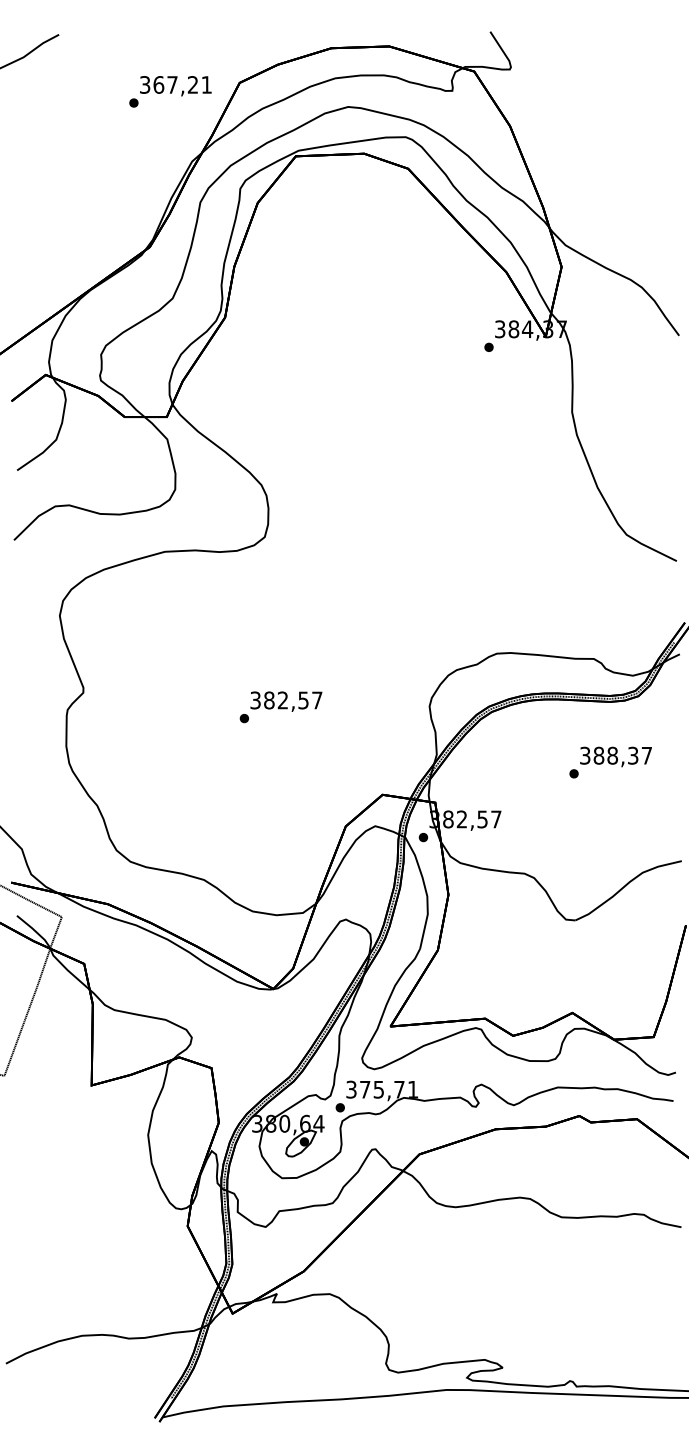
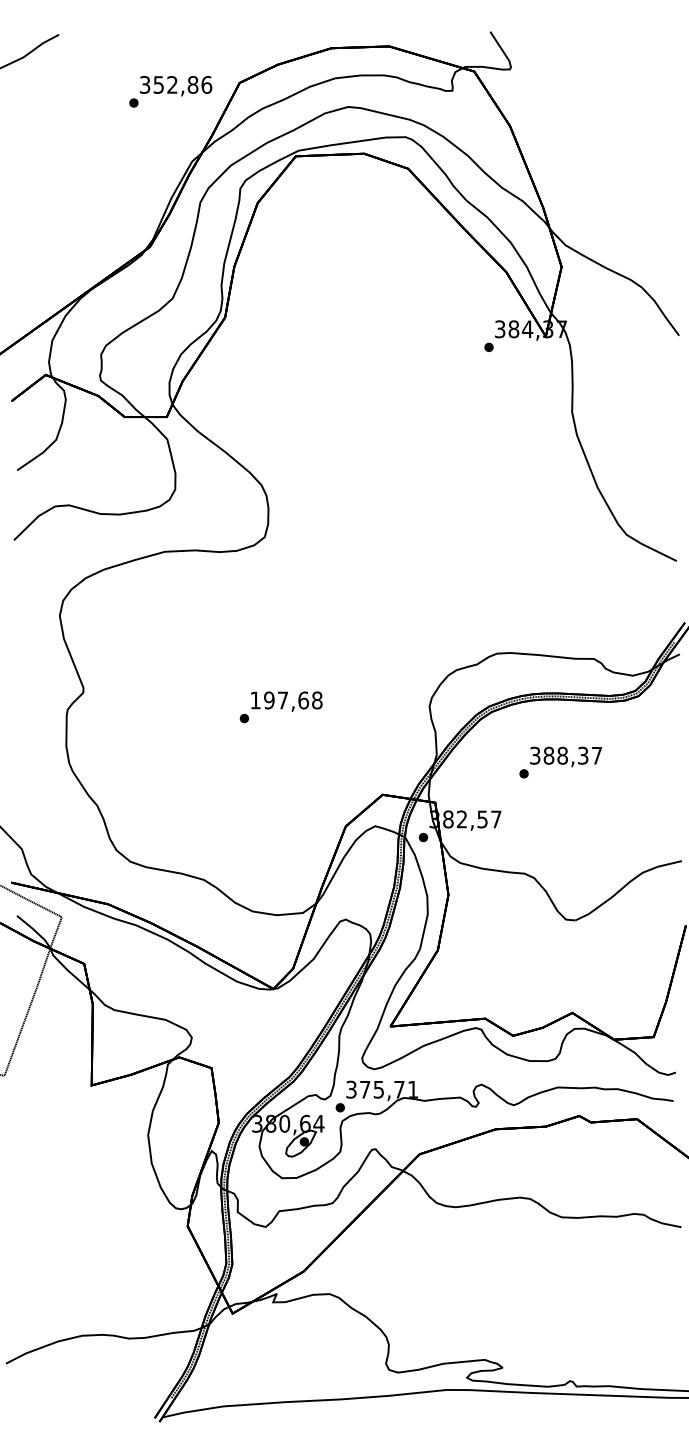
text at (182, 84): 367,21 -> 352,86
text at (286, 700): 382,57 -> 197,68
text at (610, 762) position: (610, 762) -> (560, 762)
